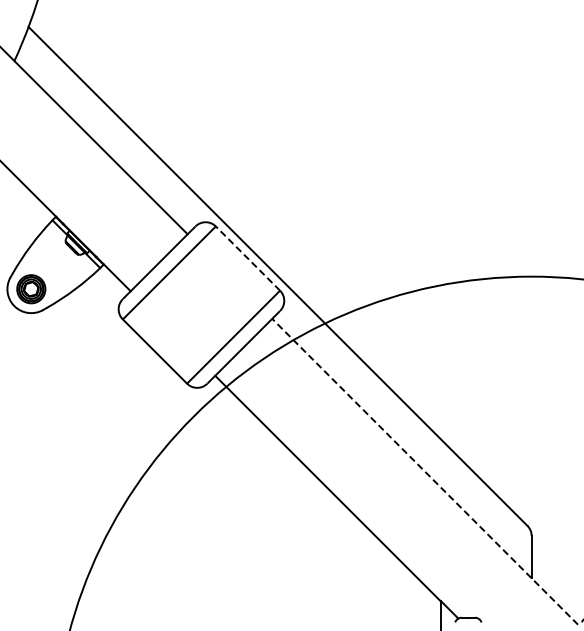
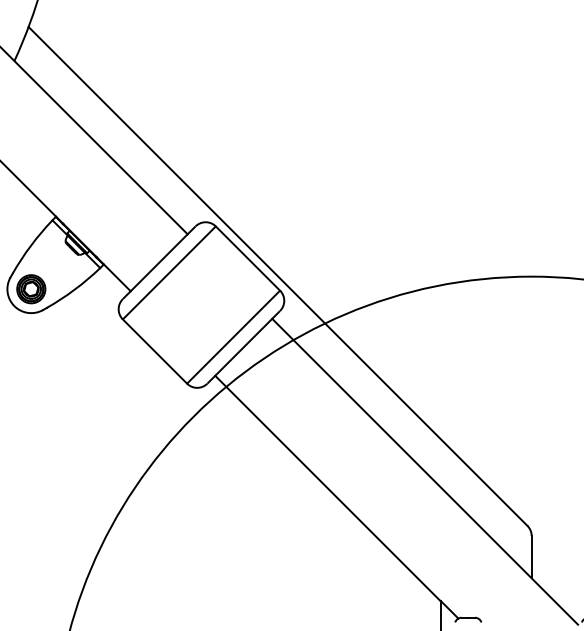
line at (247, 258): dashed -> solid
line at (424, 471): dashed -> solid
